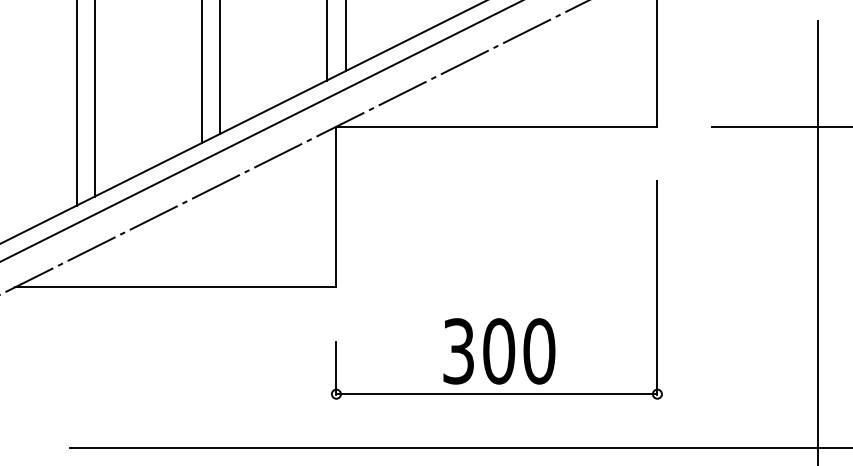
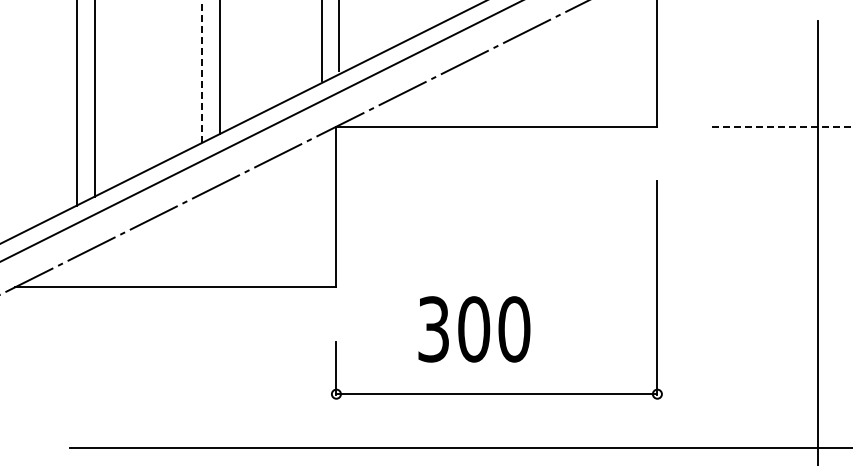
line at (345, 36) position: (345, 36) -> (338, 36)
line at (327, 41) position: (327, 41) -> (322, 41)
line at (202, 71): solid -> dashed
line at (782, 126): solid -> dashed
text at (499, 351) position: (499, 351) -> (474, 329)
